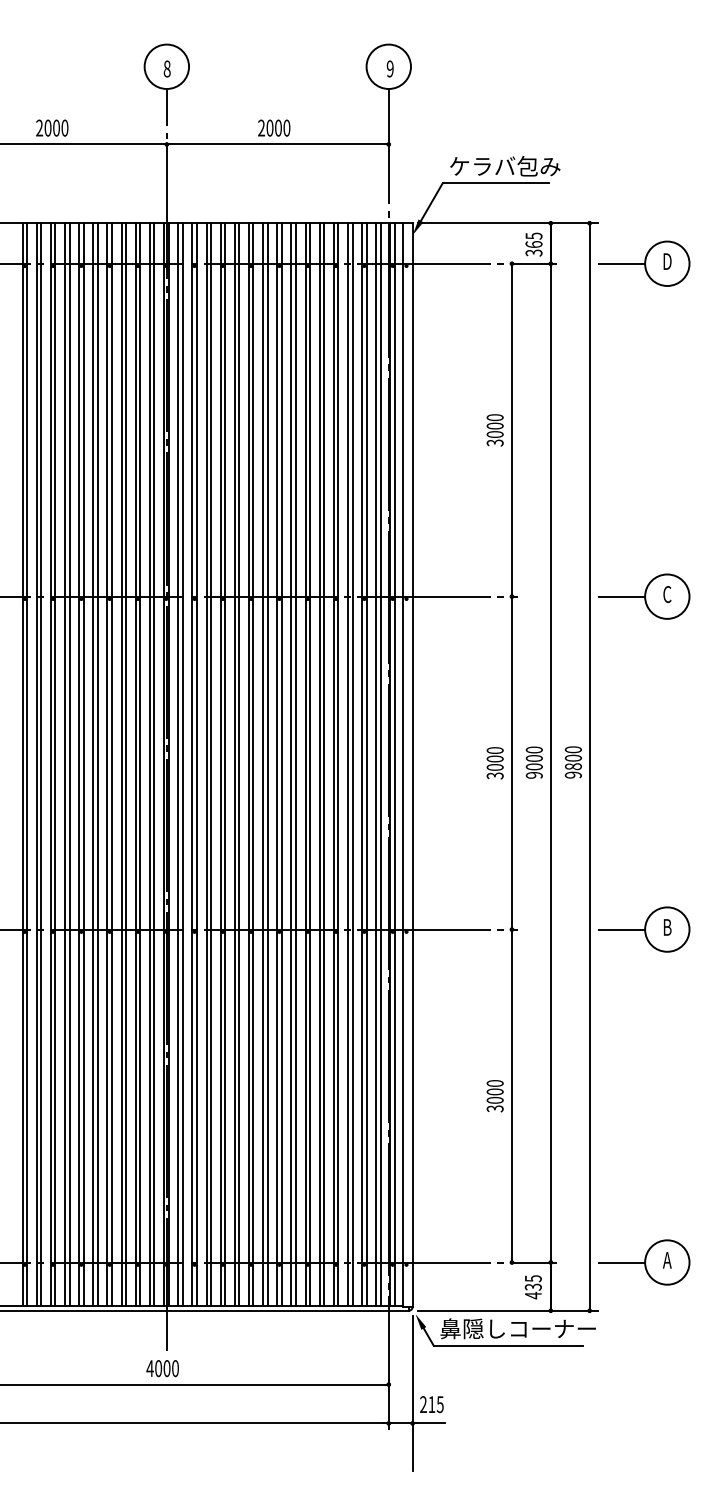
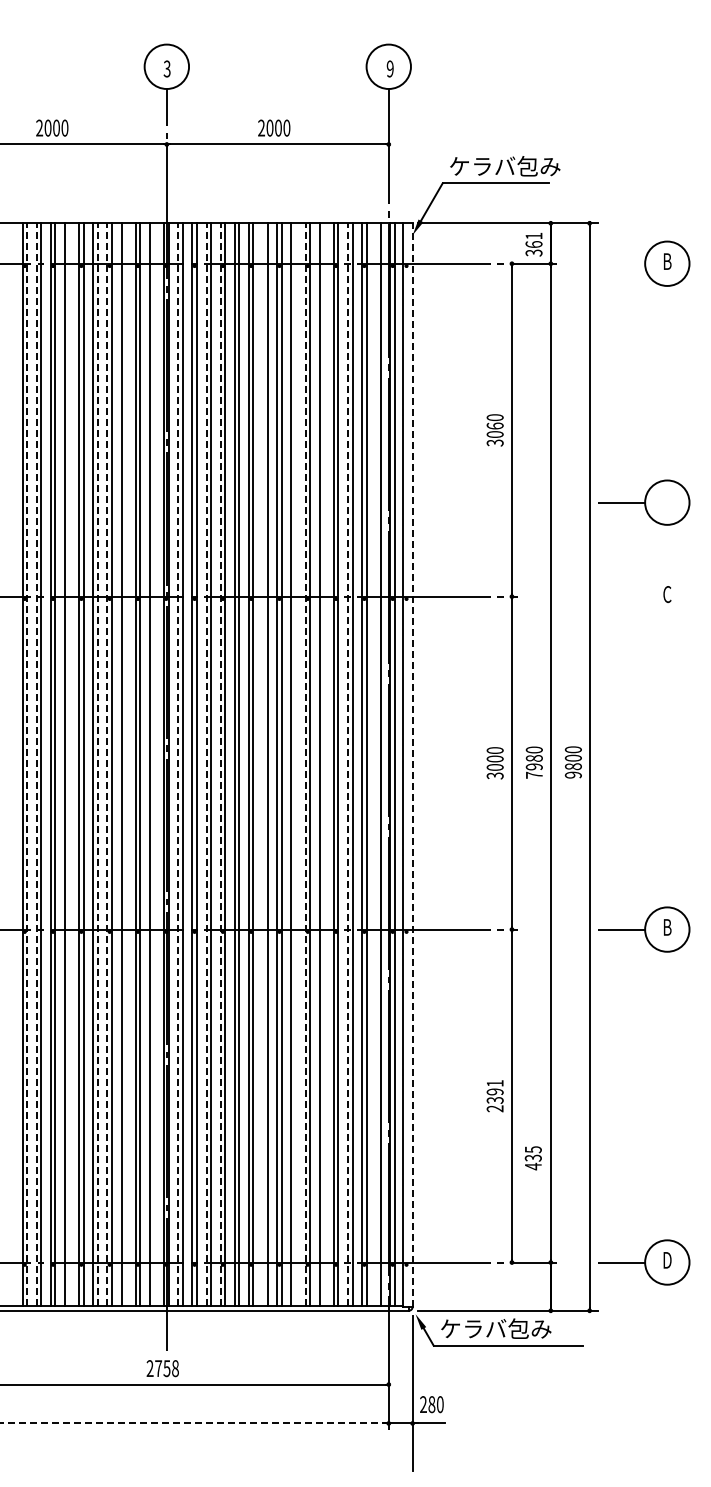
text at (166, 68): 8 -> 3
text at (533, 235): 365 -> 361
text at (667, 261): D -> B
line at (621, 263): present -> none
text at (494, 425): 3000 -> 3060
part at (644, 596) position: (644, 596) -> (644, 502)
line at (27, 764): solid -> dashed
line at (36, 764): solid -> dashed
line at (69, 764): present -> none
line at (97, 764): solid -> dashed
line at (107, 764): solid -> dashed
line at (126, 764): present -> none
line at (154, 764): present -> none
line at (178, 764): solid -> dashed
line at (206, 764): solid -> dashed
line at (220, 764): solid -> dashed
line at (263, 764): present -> none
line at (295, 764): present -> none
line at (305, 764): solid -> dashed
line at (324, 764): present -> none
line at (348, 764): solid -> dashed
line at (376, 764): present -> none
line at (412, 765): solid -> dashed
text at (533, 766): 9000 -> 7980
text at (494, 1096): 3000 -> 2391
text at (667, 1260): A -> D
text at (532, 1287) position: (532, 1287) -> (532, 1158)
text at (517, 1328): 鼻隠しコーナー -> ケラバ包み
text at (162, 1368): 4000 -> 2758
text at (435, 1404): 215 -> 280
line at (194, 1423): solid -> dashed
